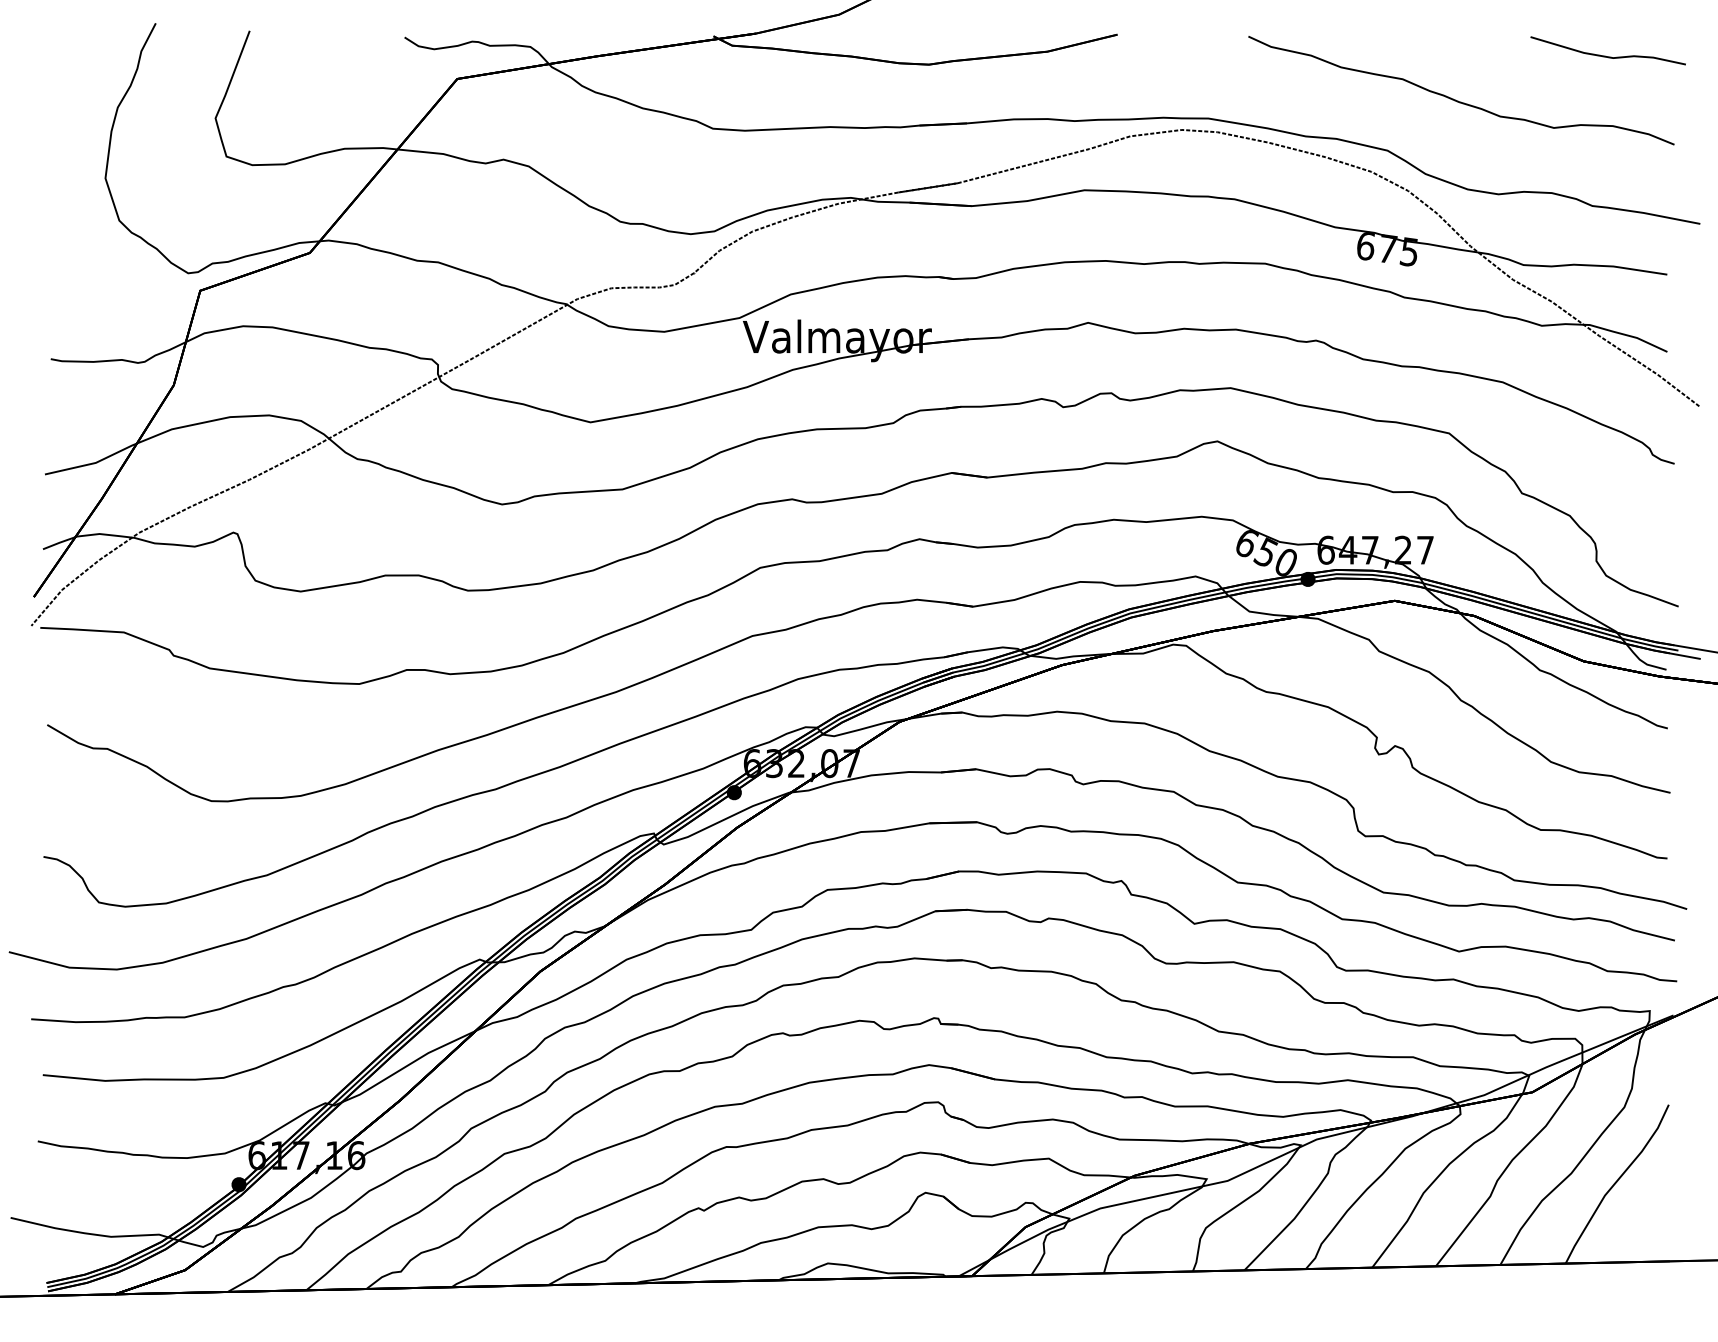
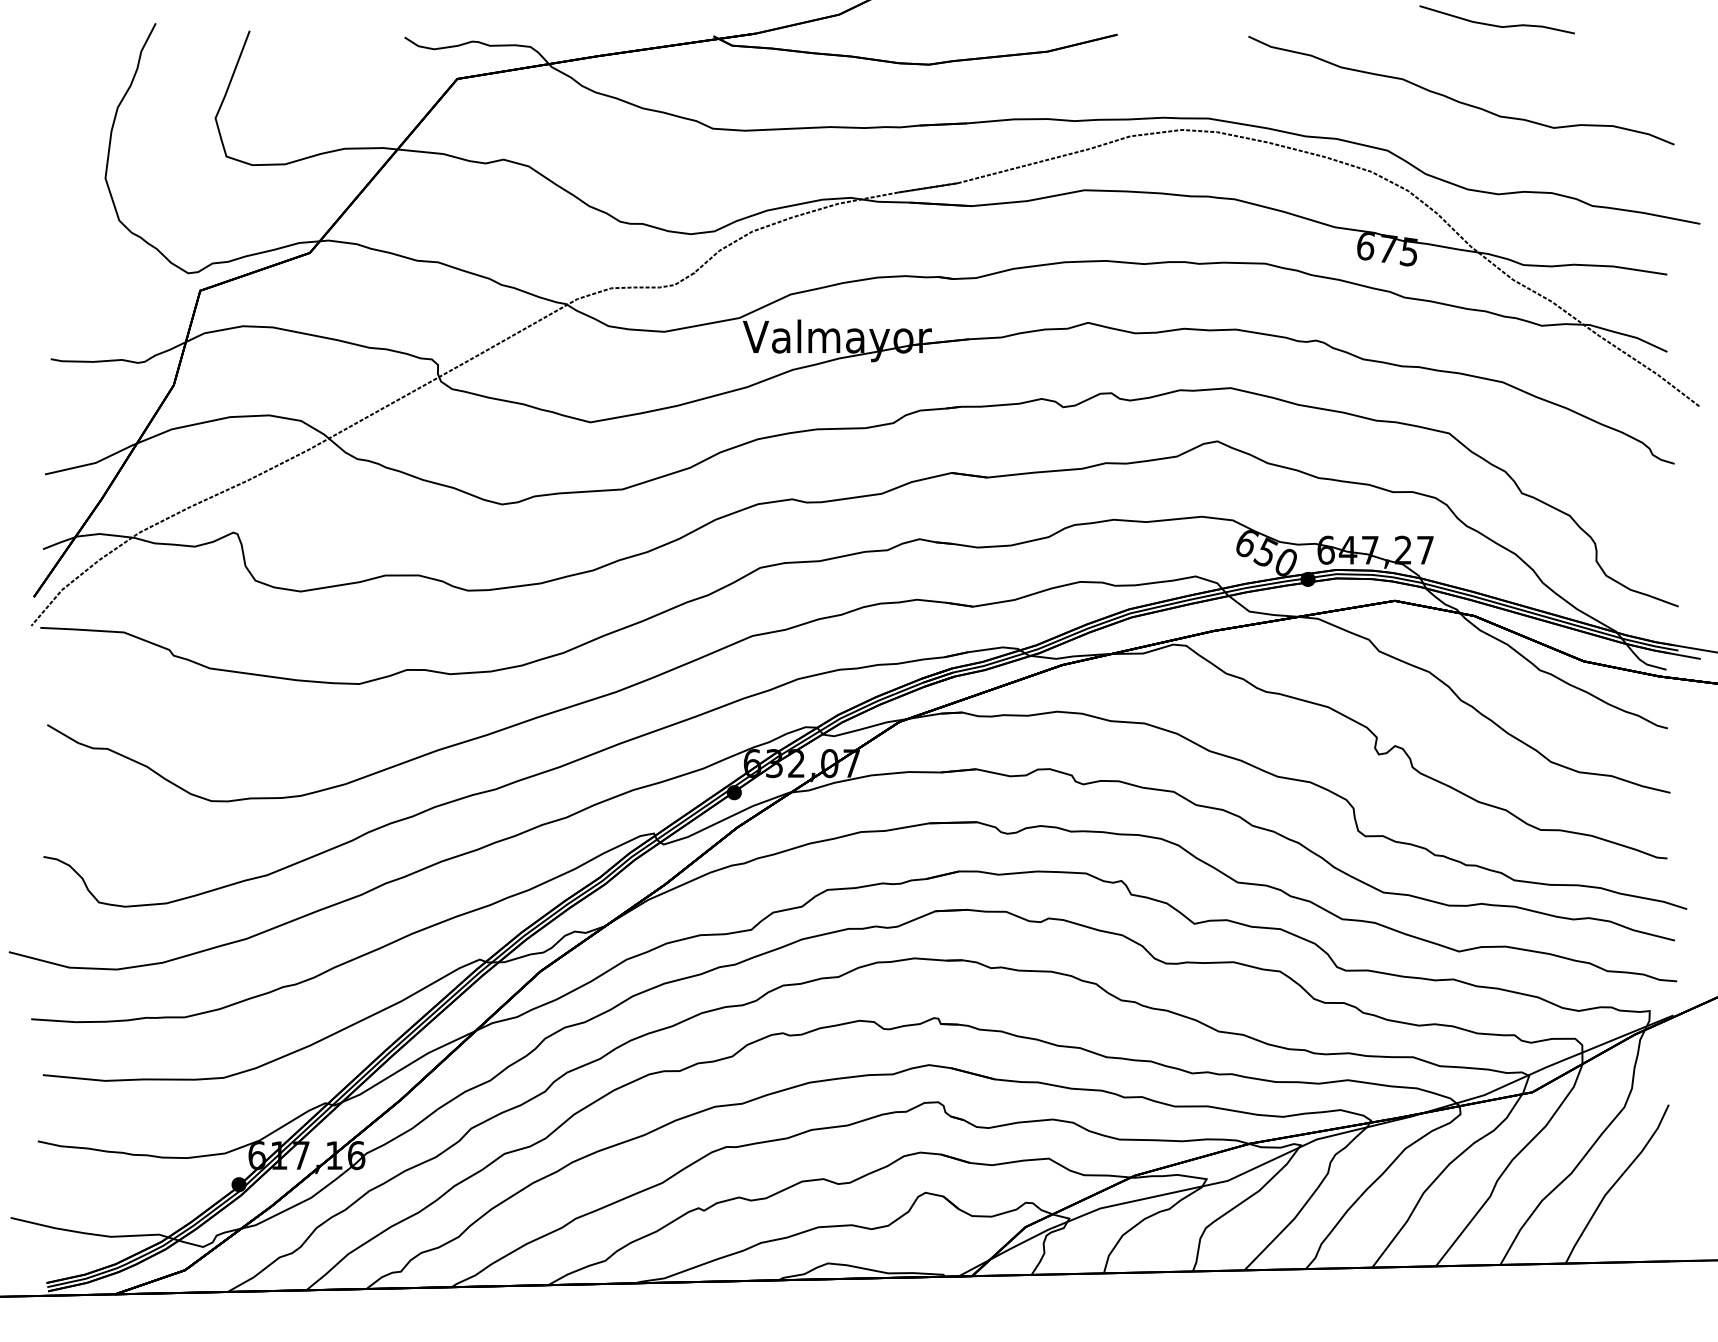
curve at (1605, 55) position: (1605, 55) -> (1494, 24)
